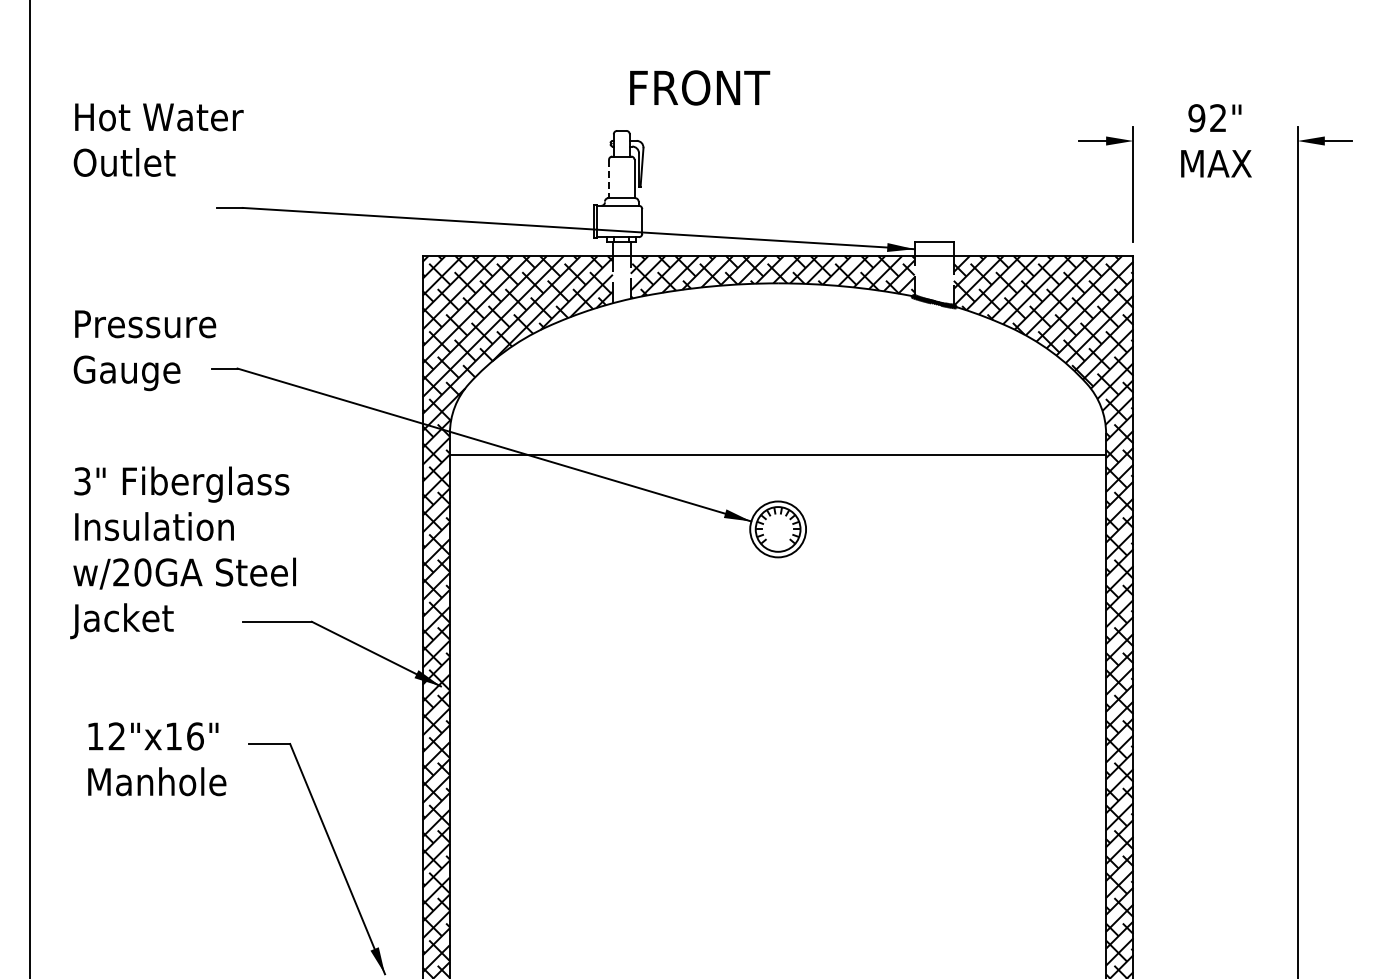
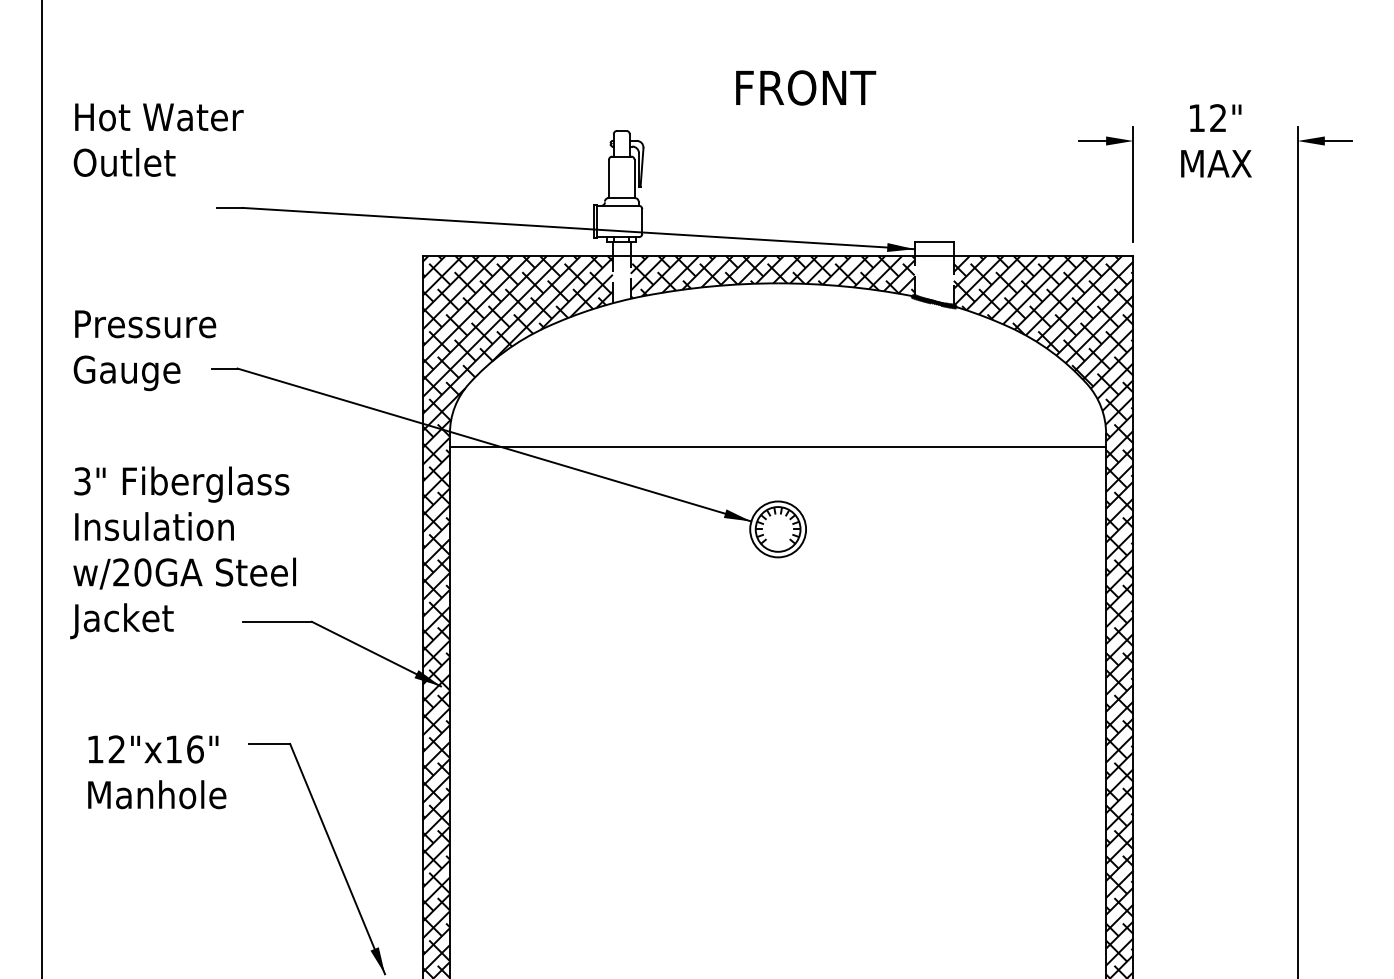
text at (700, 87) position: (700, 87) -> (806, 87)
text at (1196, 118): 92" -> 12"
line at (608, 179): dashed -> solid
line at (778, 455) position: (778, 455) -> (778, 447)
line at (29, 488) position: (29, 488) -> (41, 488)
text at (157, 759) position: (157, 759) -> (157, 772)
